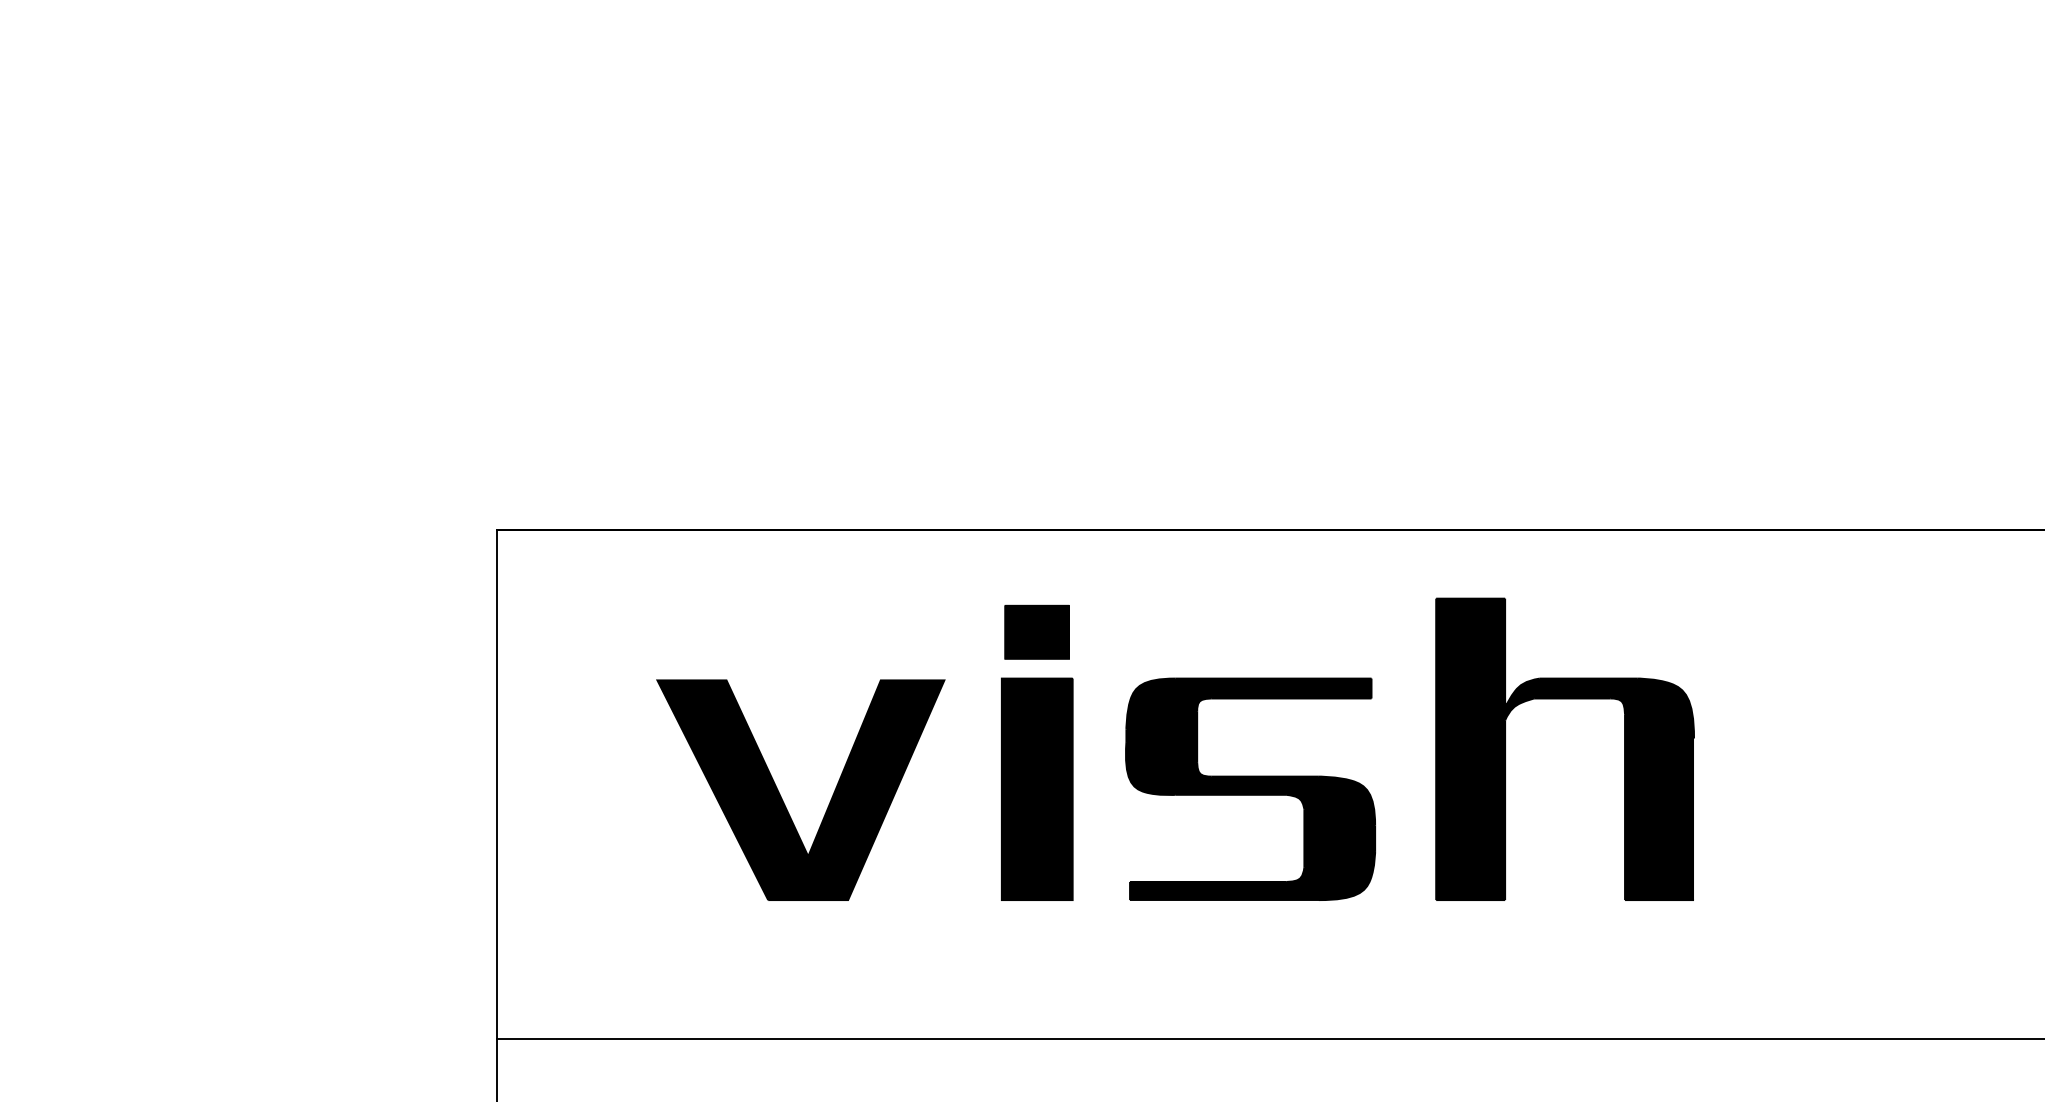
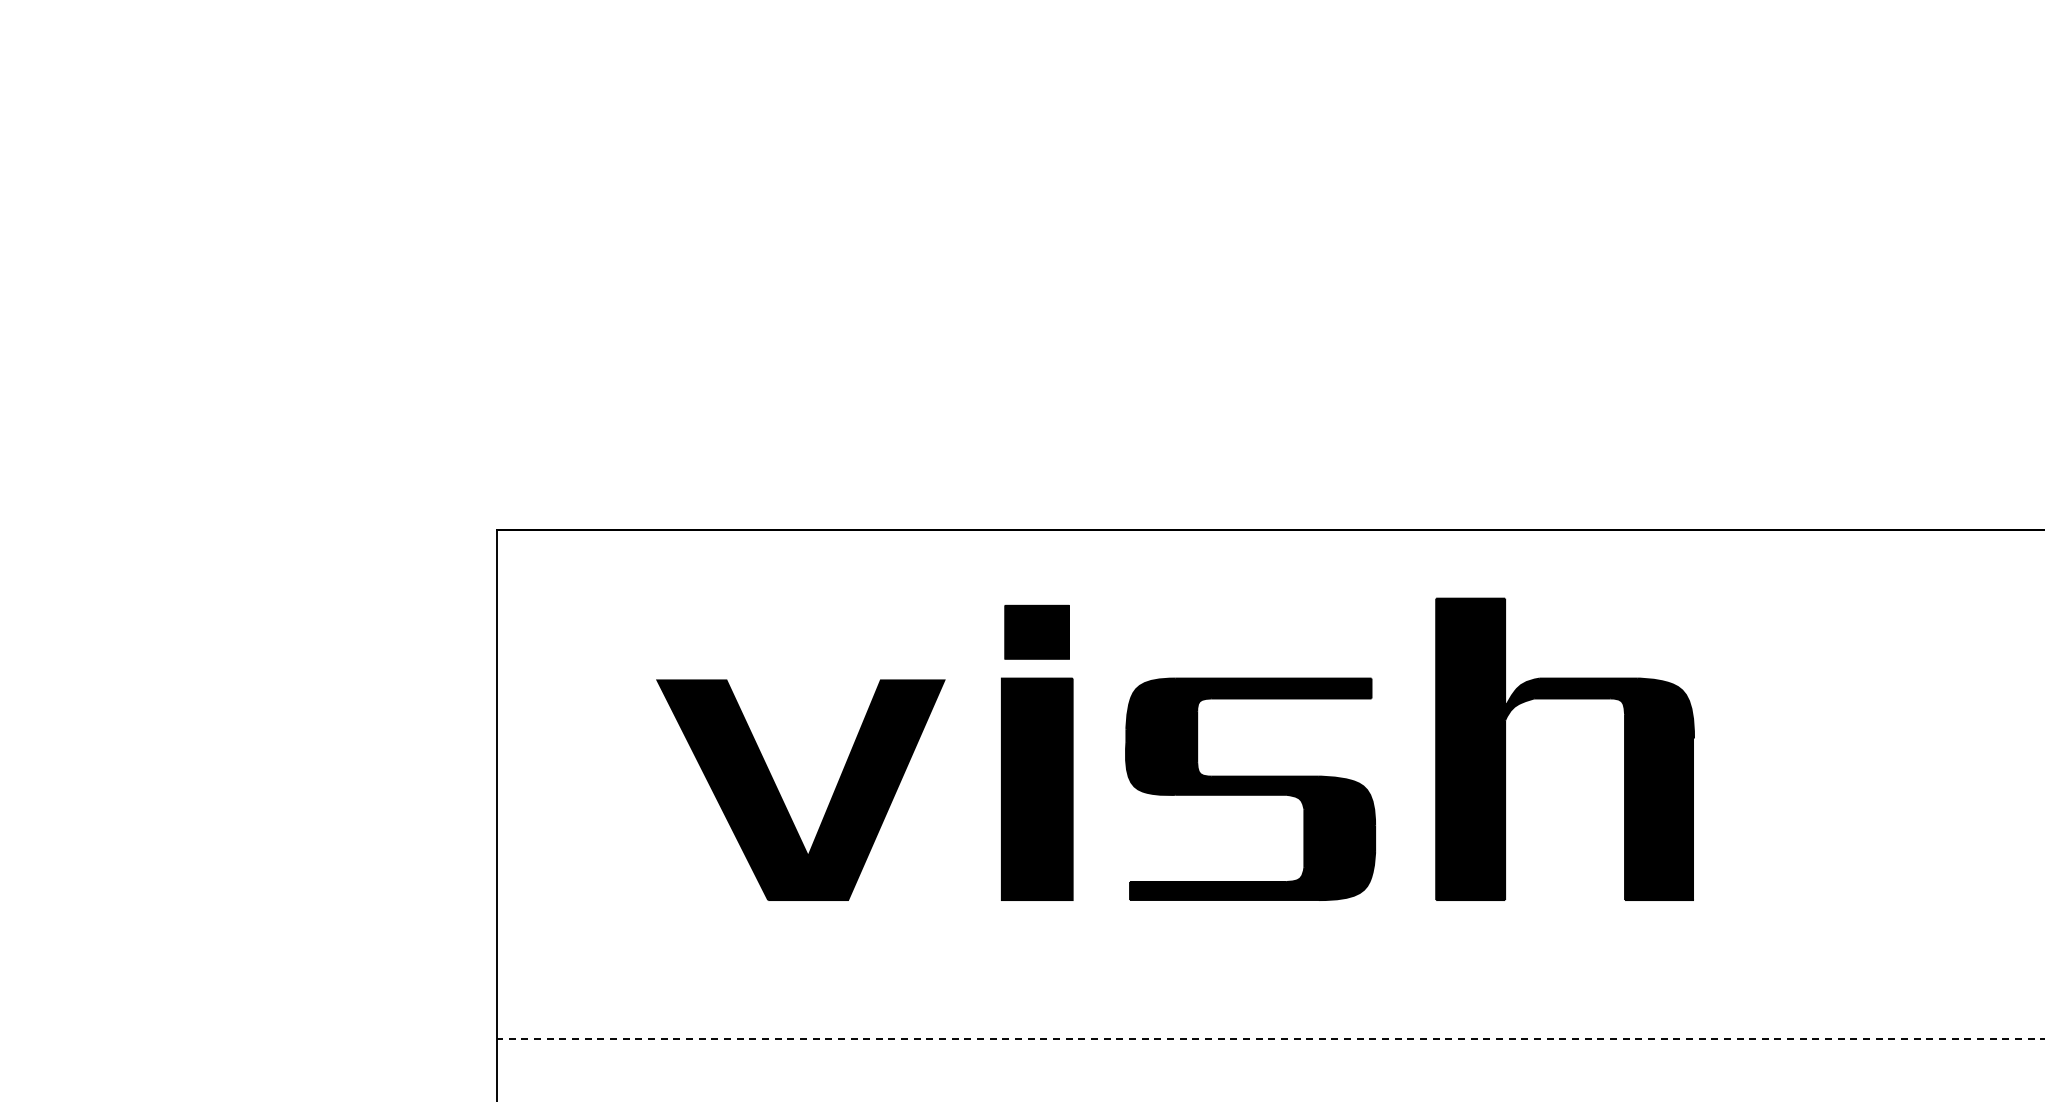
line at (1270, 1038): solid -> dashed
